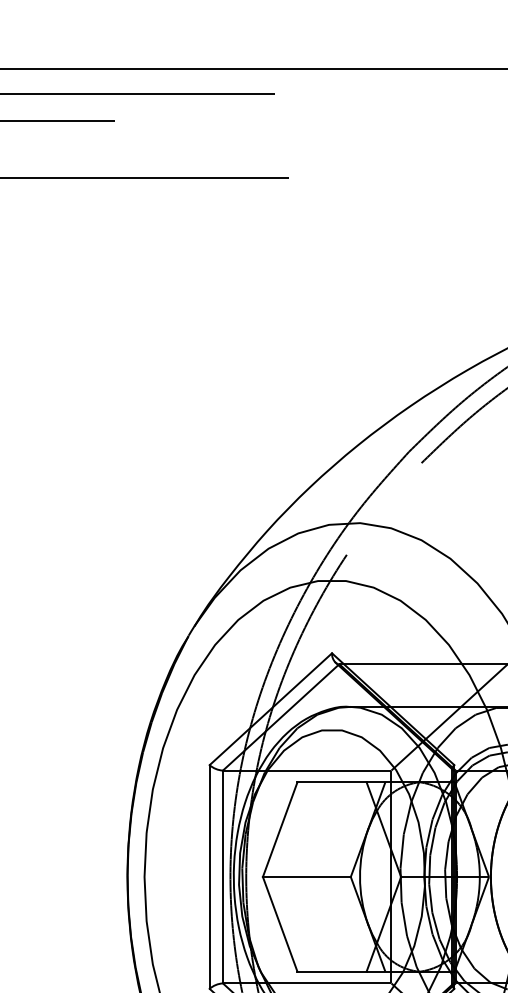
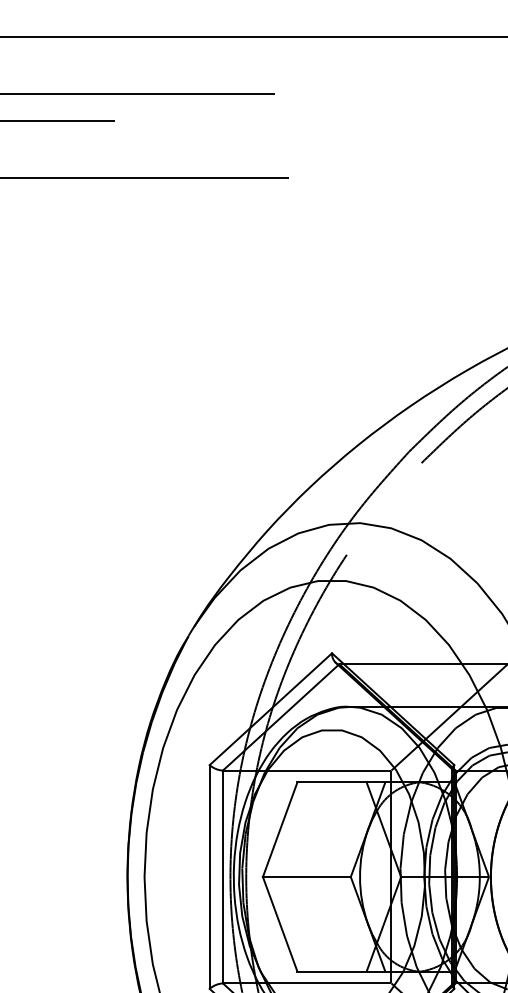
line at (253, 68) position: (253, 68) -> (253, 36)
